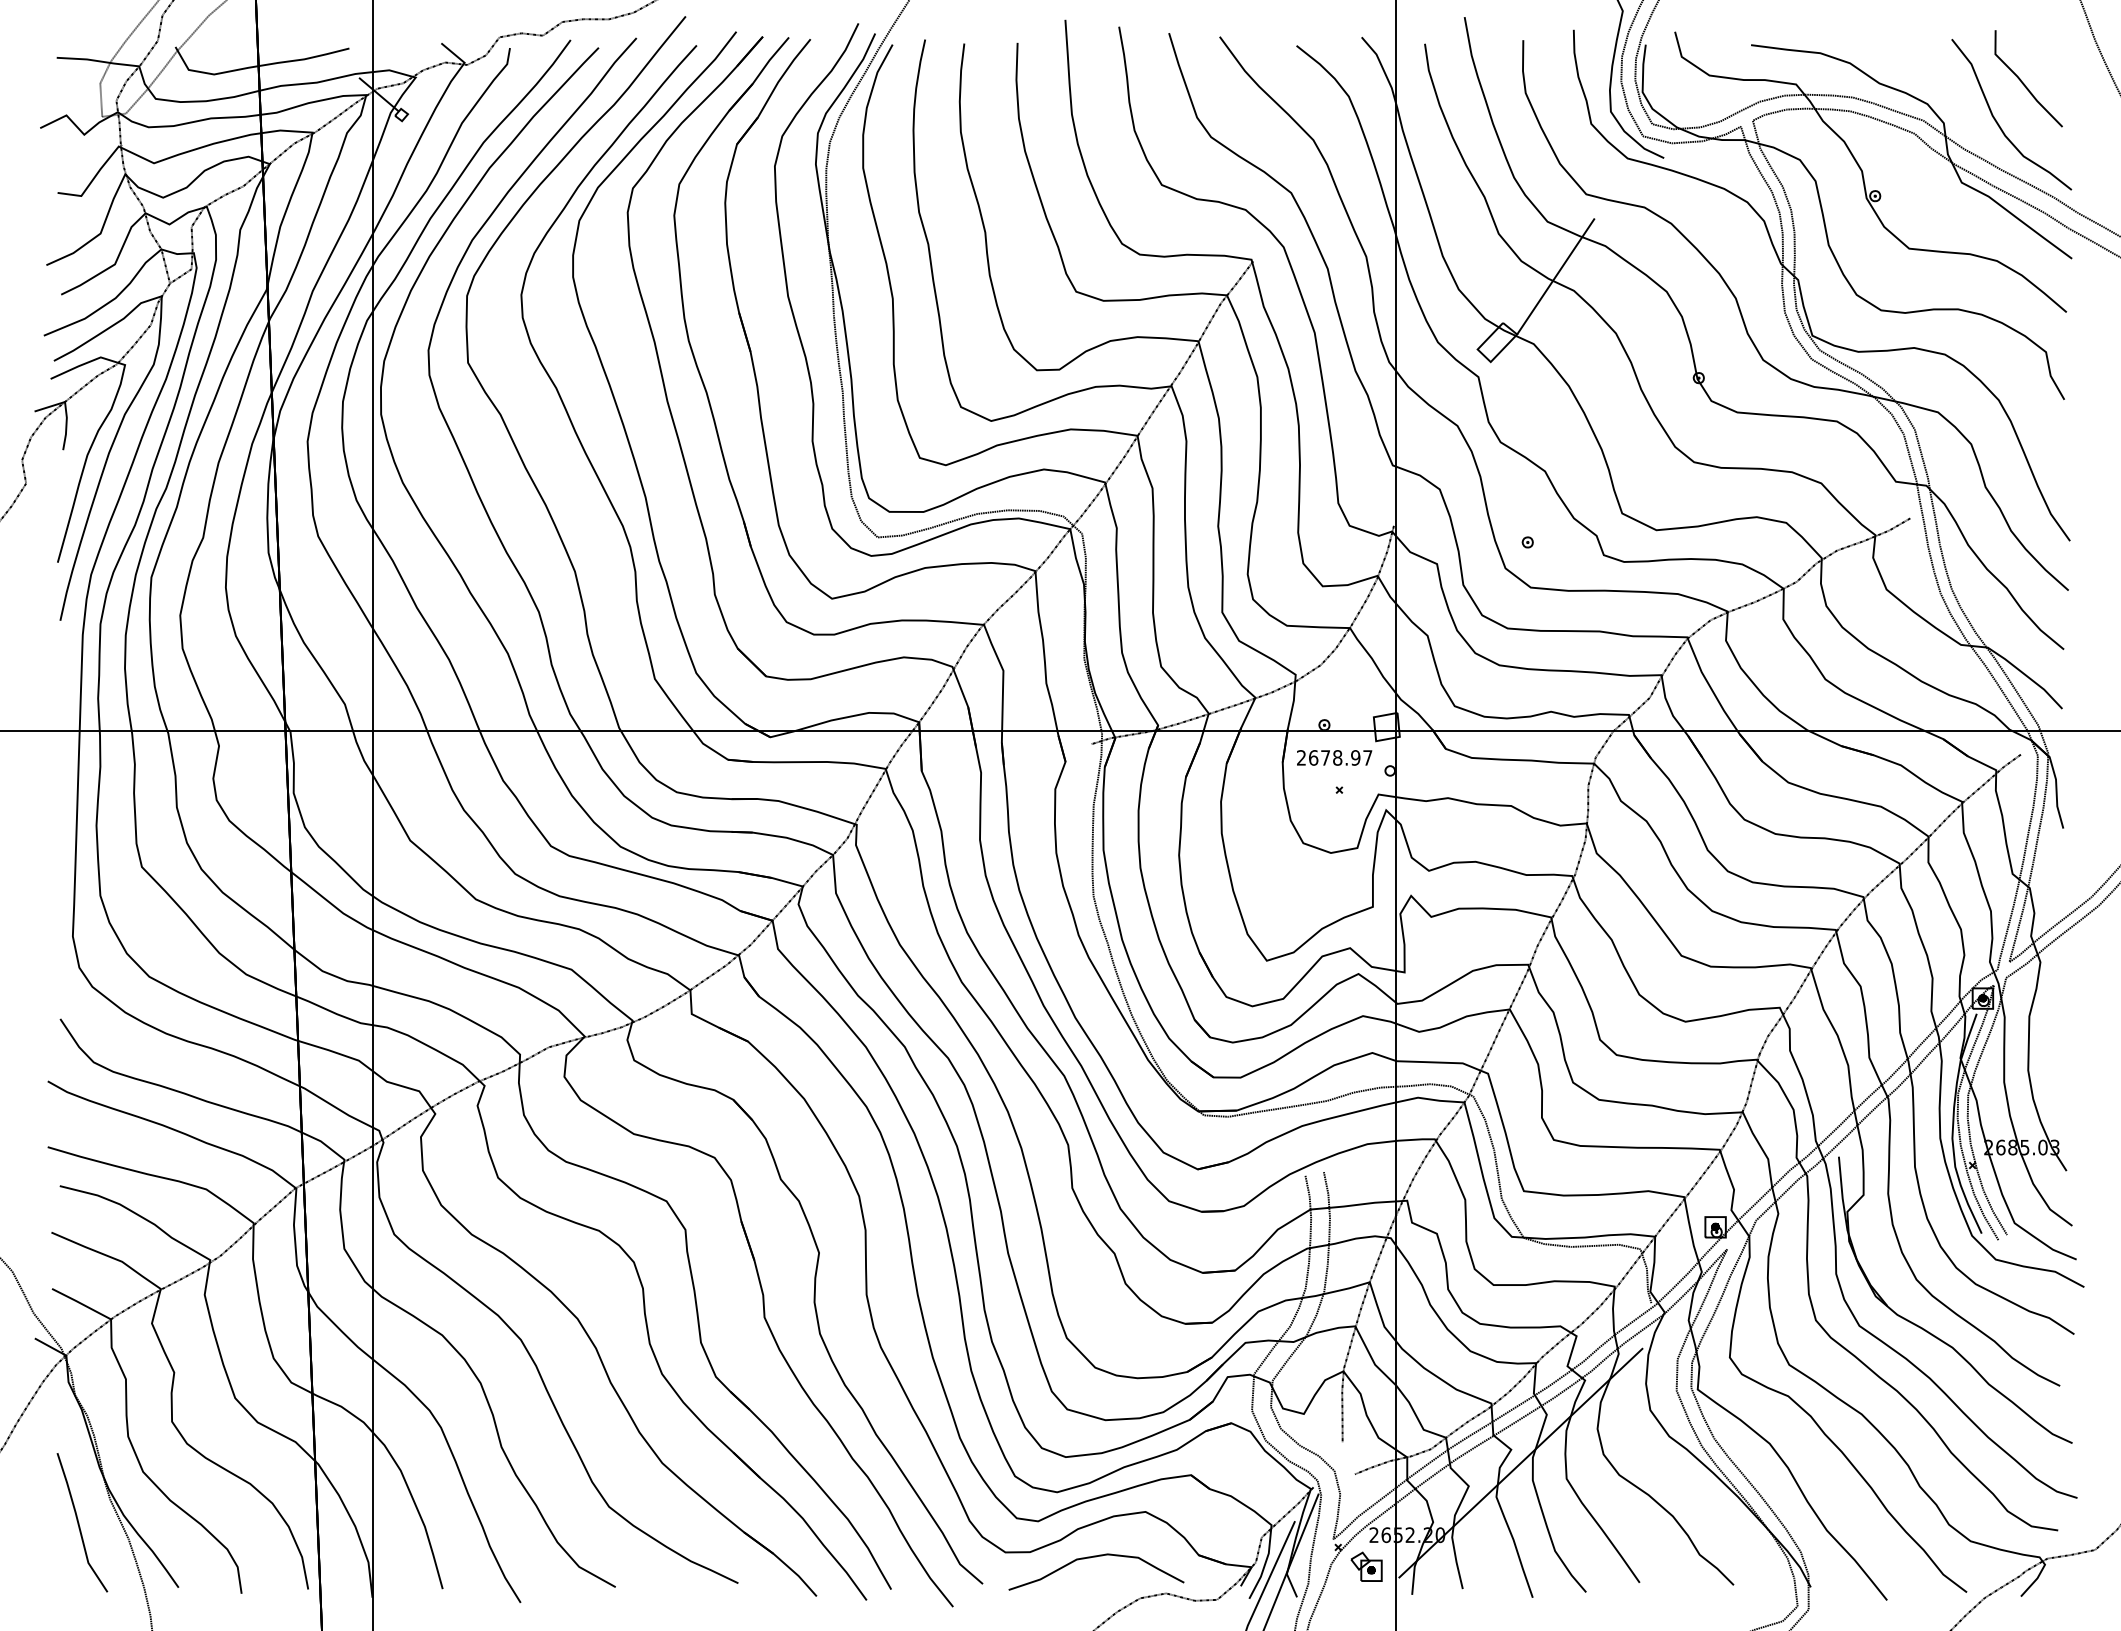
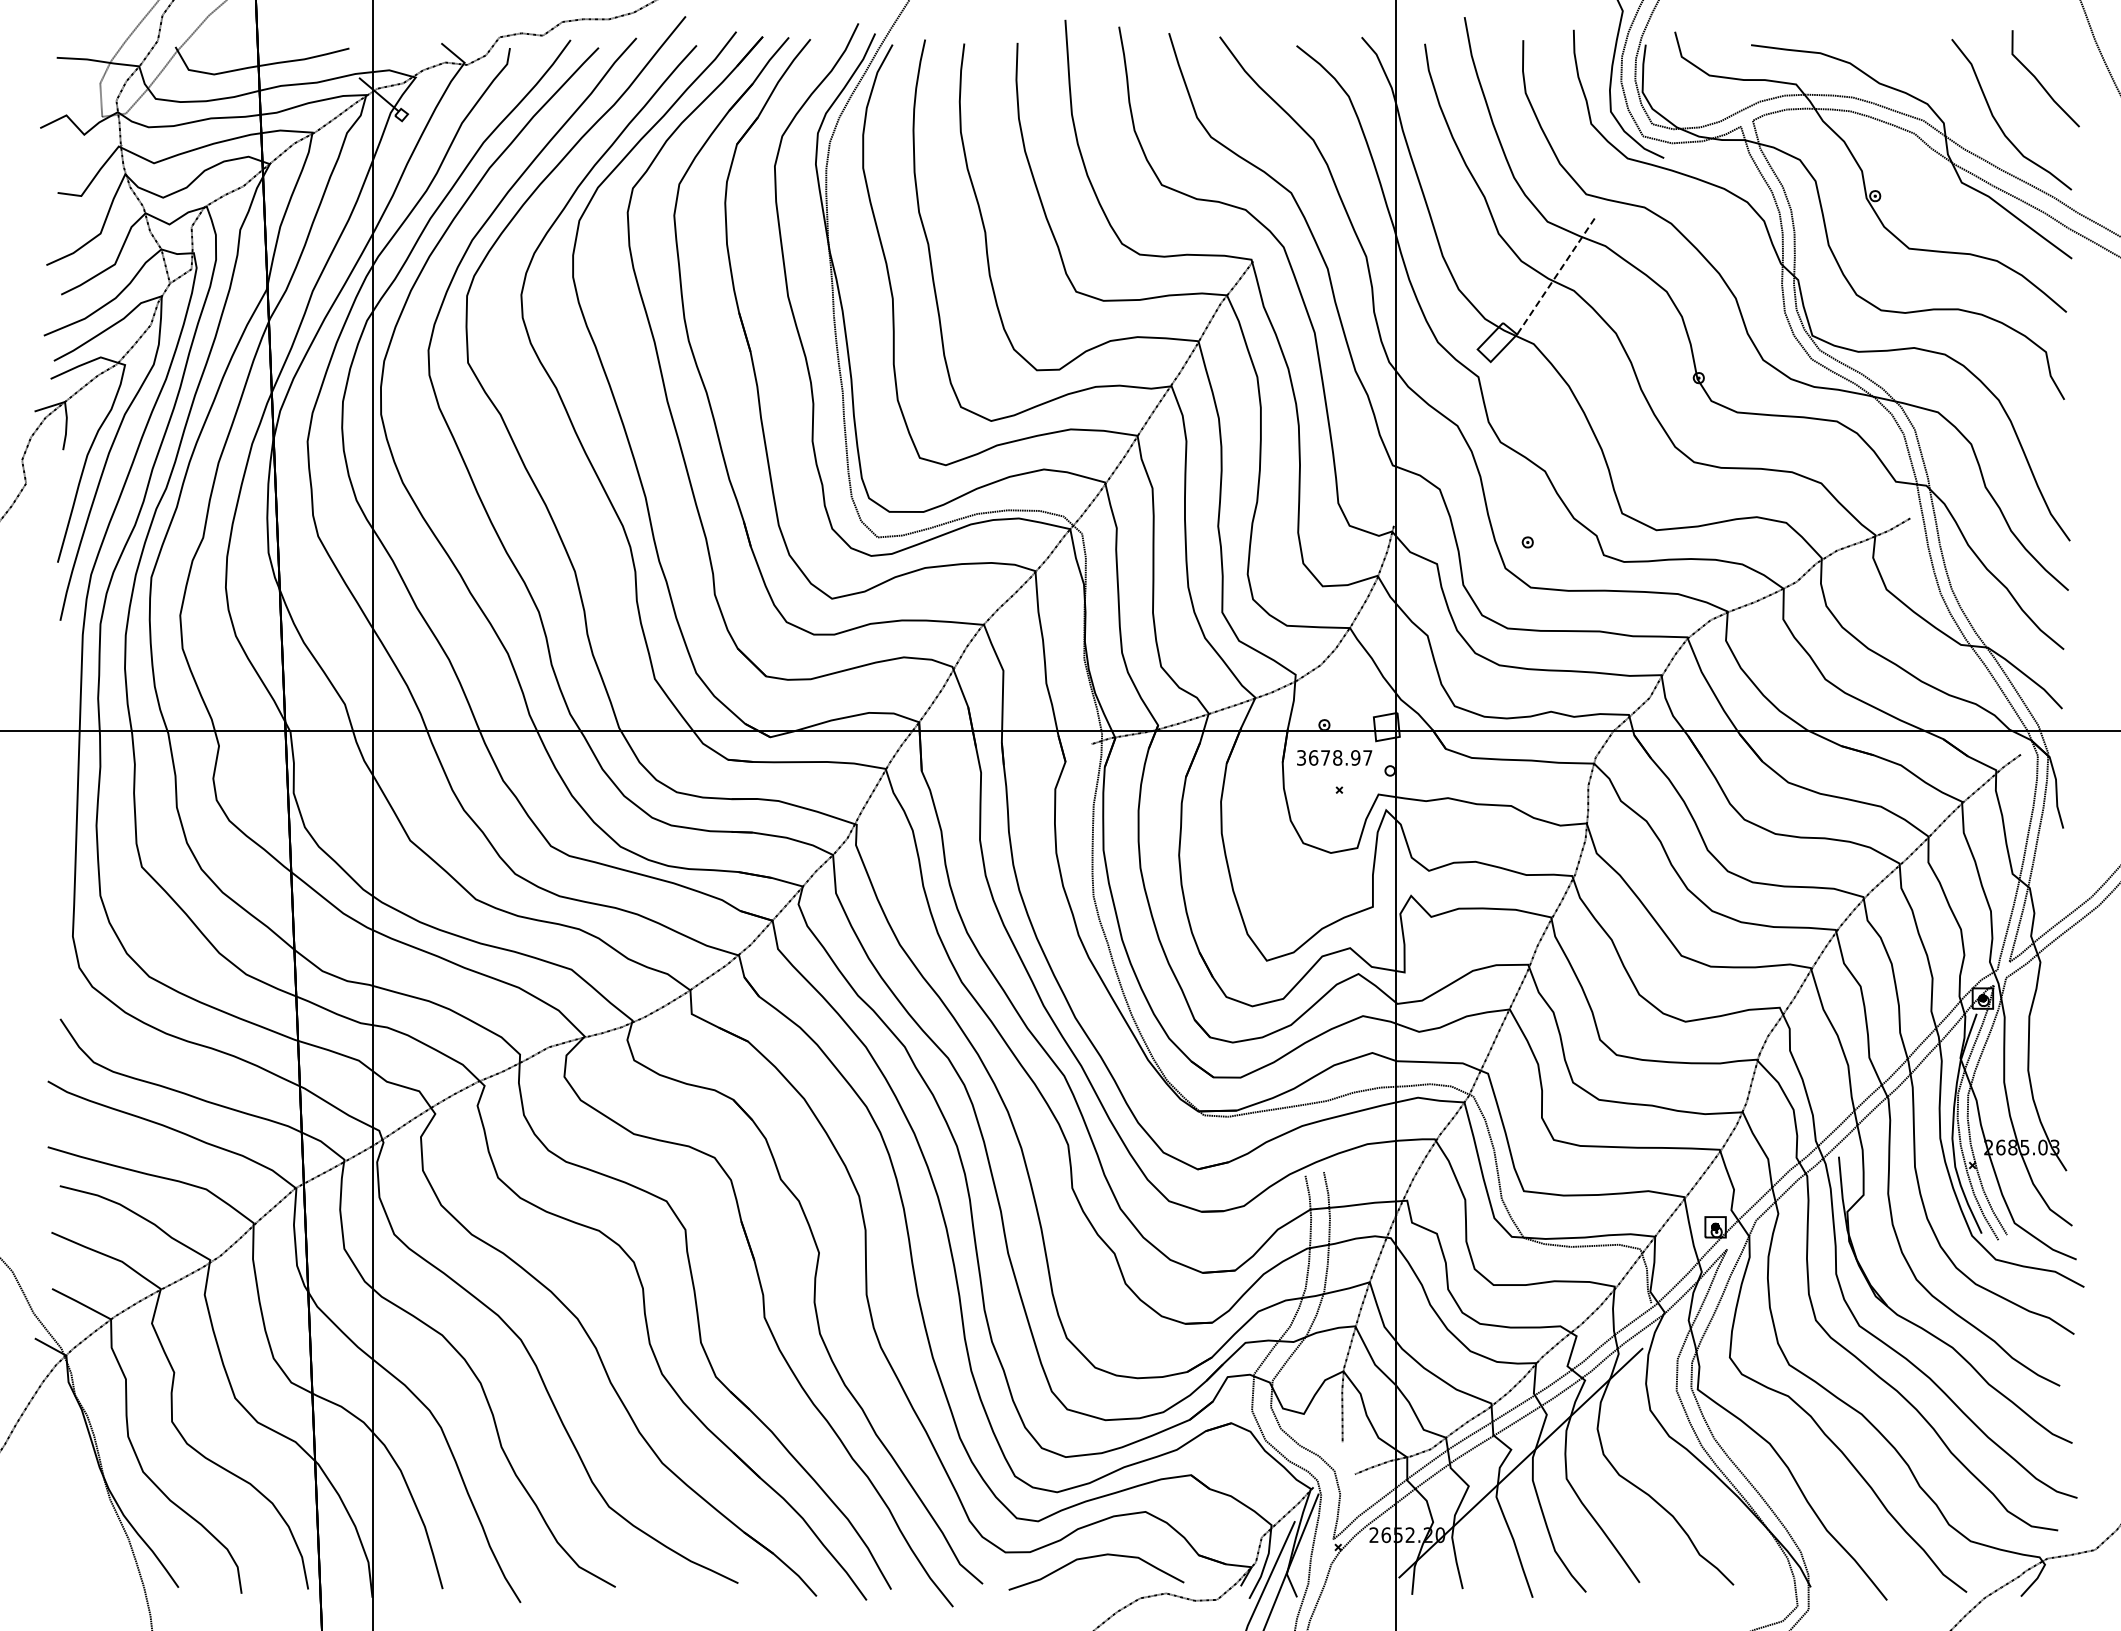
line at (2023, 82) position: (2023, 82) -> (2040, 82)
line at (1555, 276): solid -> dashed
text at (1301, 757): 2678.97 -> 3678.97
curve at (79, 1522): present -> none
part at (1366, 1566): present -> none
